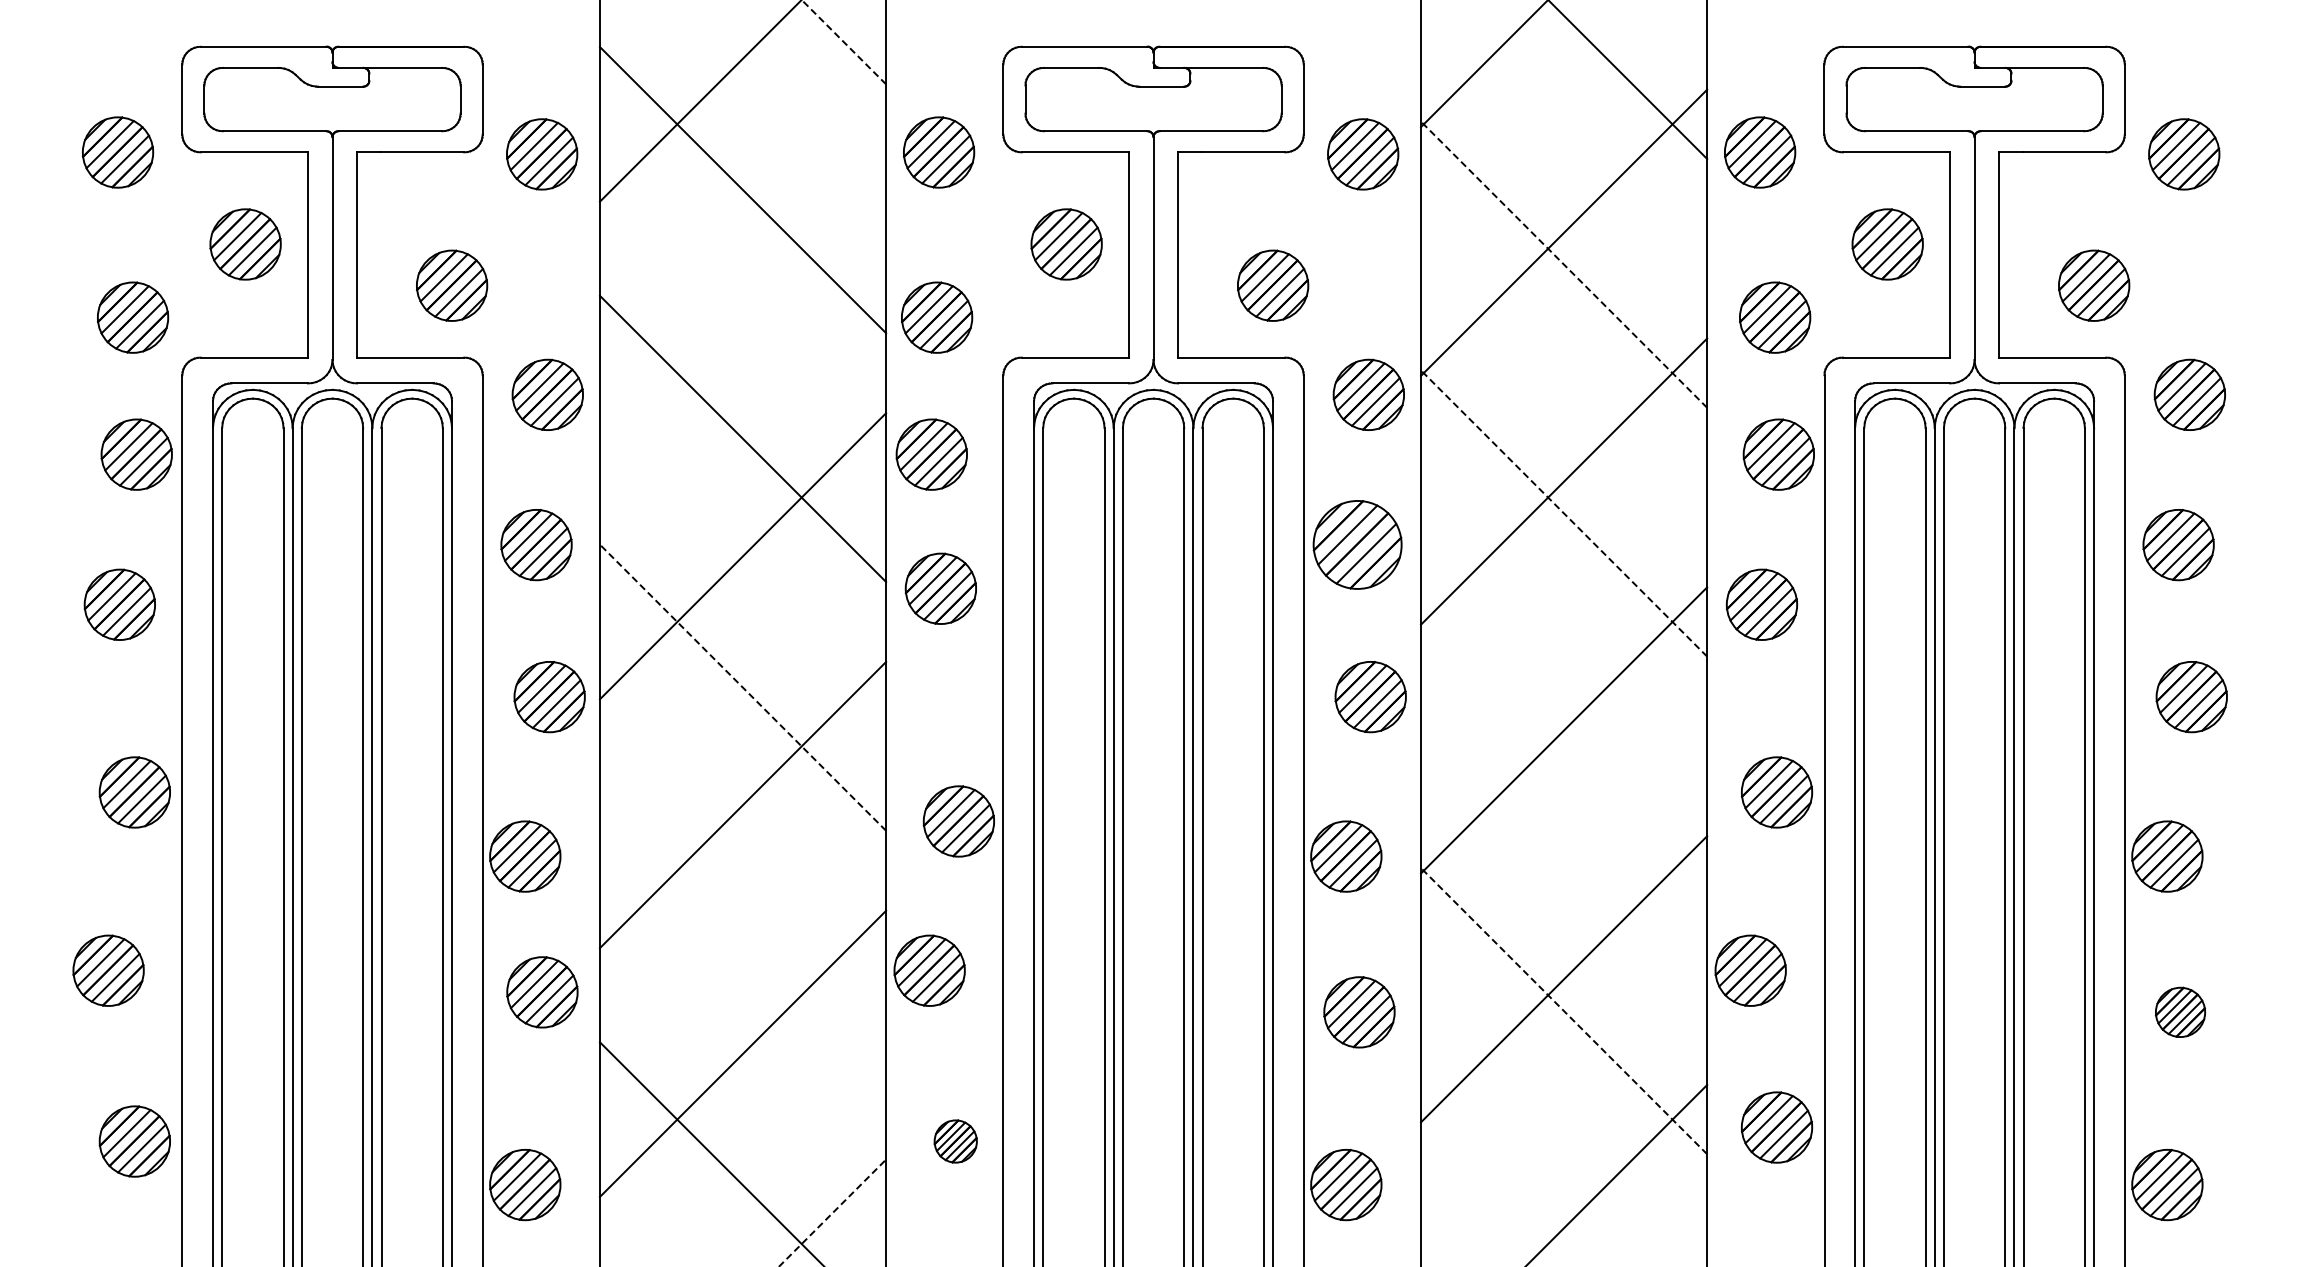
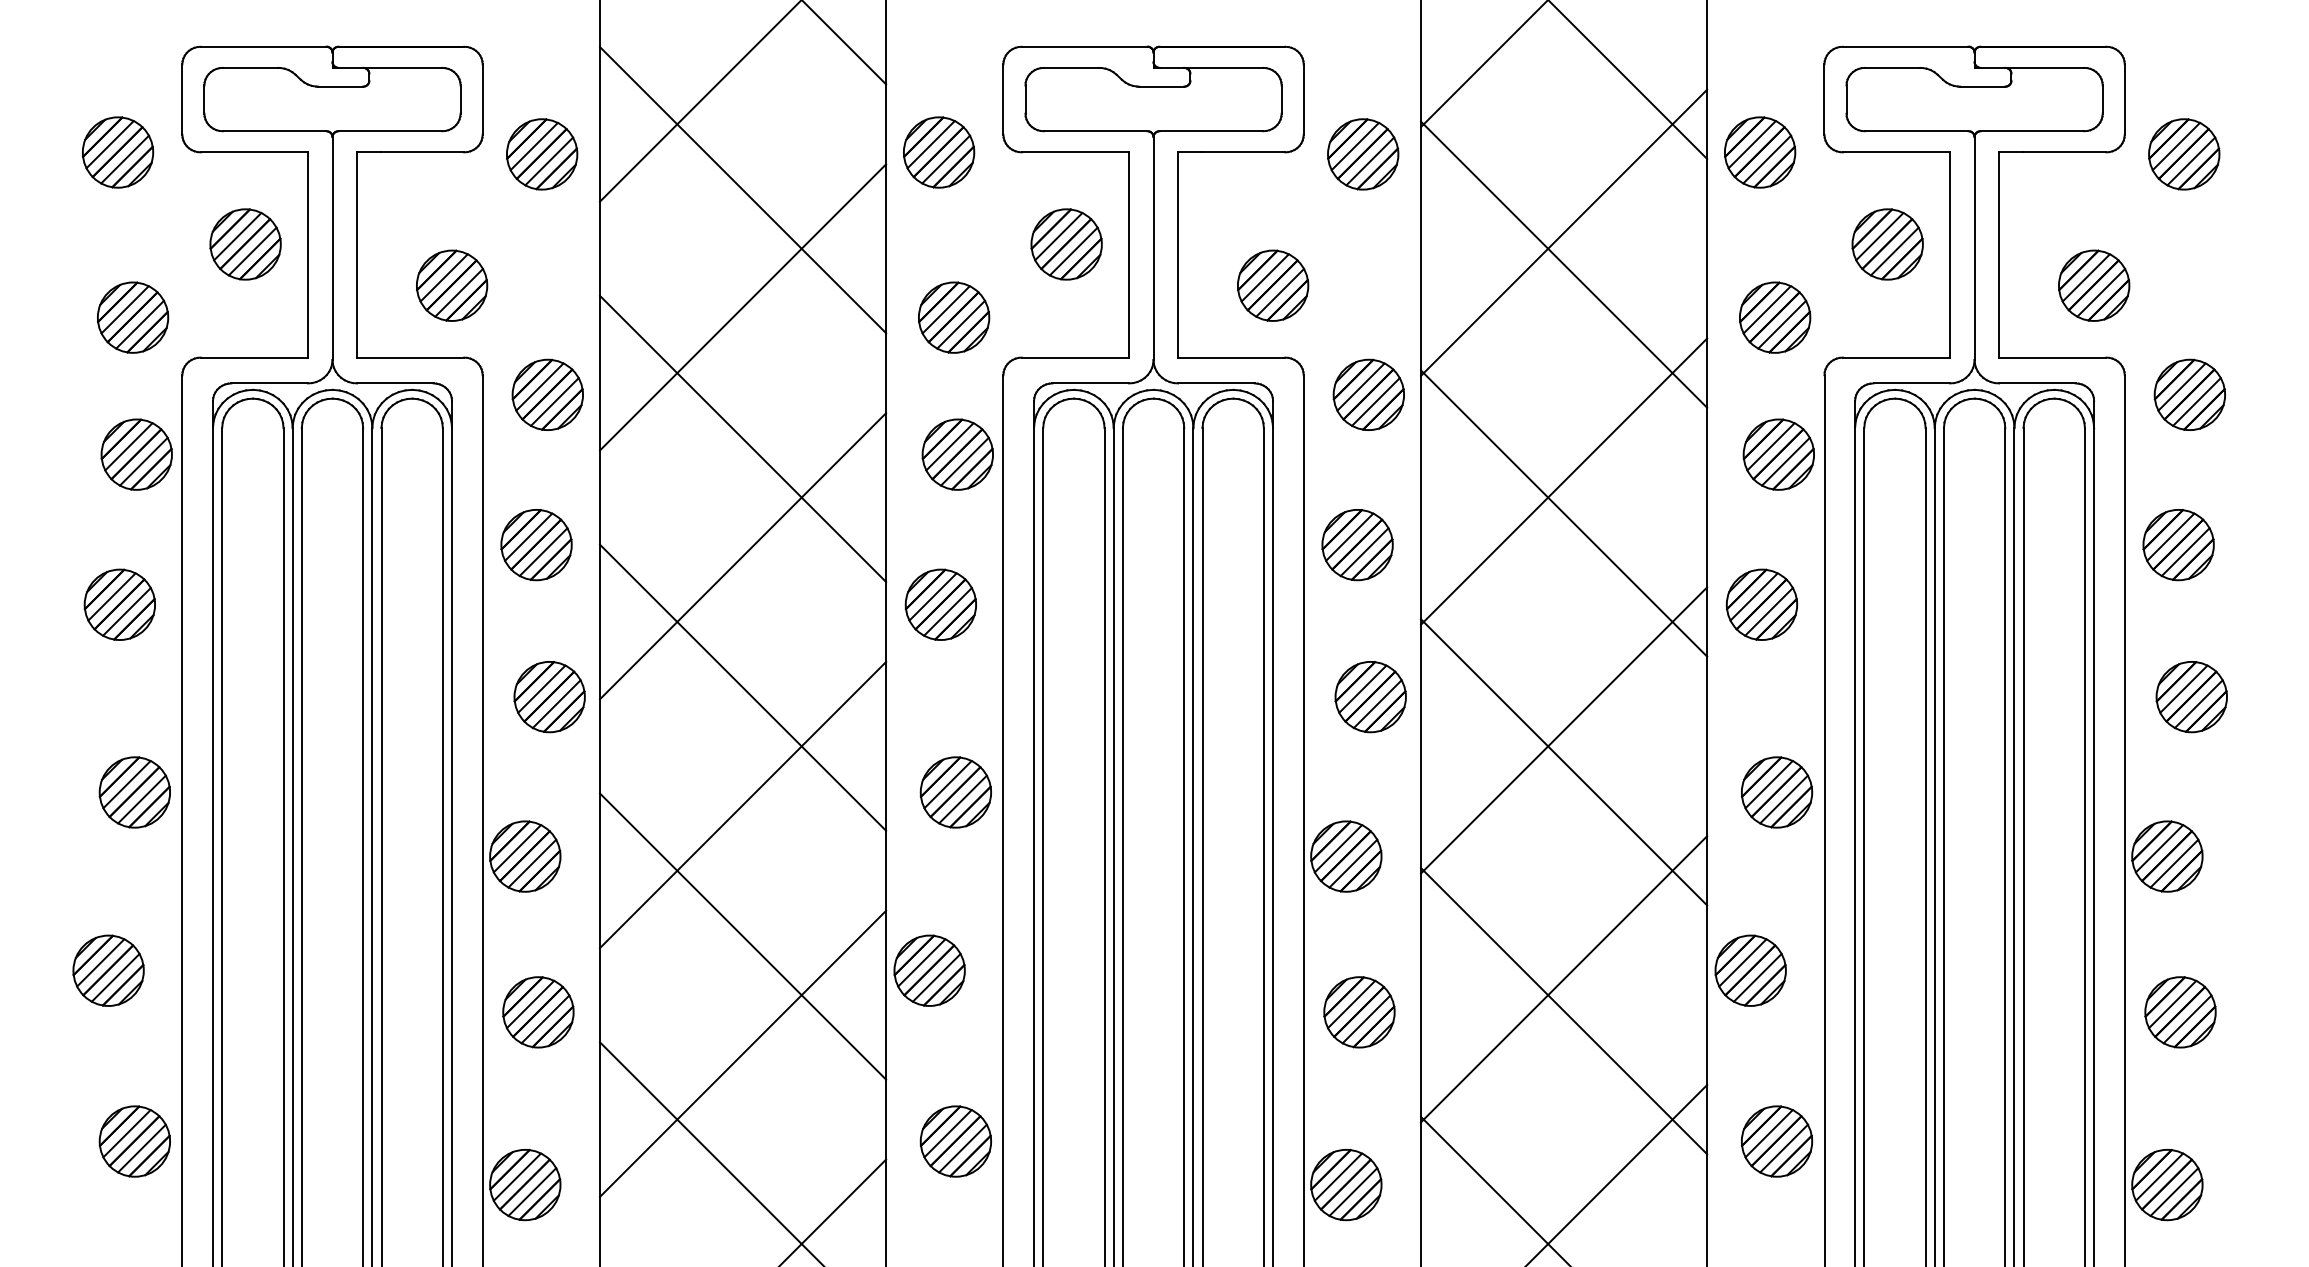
line at (843, 41): dashed -> solid
line at (1563, 264): dashed -> solid
line at (742, 307): none -> present
part at (937, 317) position: (937, 317) -> (954, 317)
part at (931, 454) position: (931, 454) -> (957, 454)
line at (1563, 513): dashed -> solid
part at (1357, 544) size: 91x90 px -> 73x73 px
part at (940, 588) position: (940, 588) -> (940, 604)
line at (742, 687): dashed -> solid
line at (1564, 762): none -> present
part at (958, 821) position: (958, 821) -> (955, 792)
line at (742, 936): none -> present
part at (542, 992) position: (542, 992) -> (538, 1012)
line at (1563, 1010): dashed -> solid
part at (2179, 1011) size: 52x52 px -> 73x73 px
part at (1776, 1127) position: (1776, 1127) -> (1776, 1141)
part at (955, 1141) size: 45x45 px -> 73x73 px
line at (1494, 1189): none -> present
line at (833, 1212): dashed -> solid
